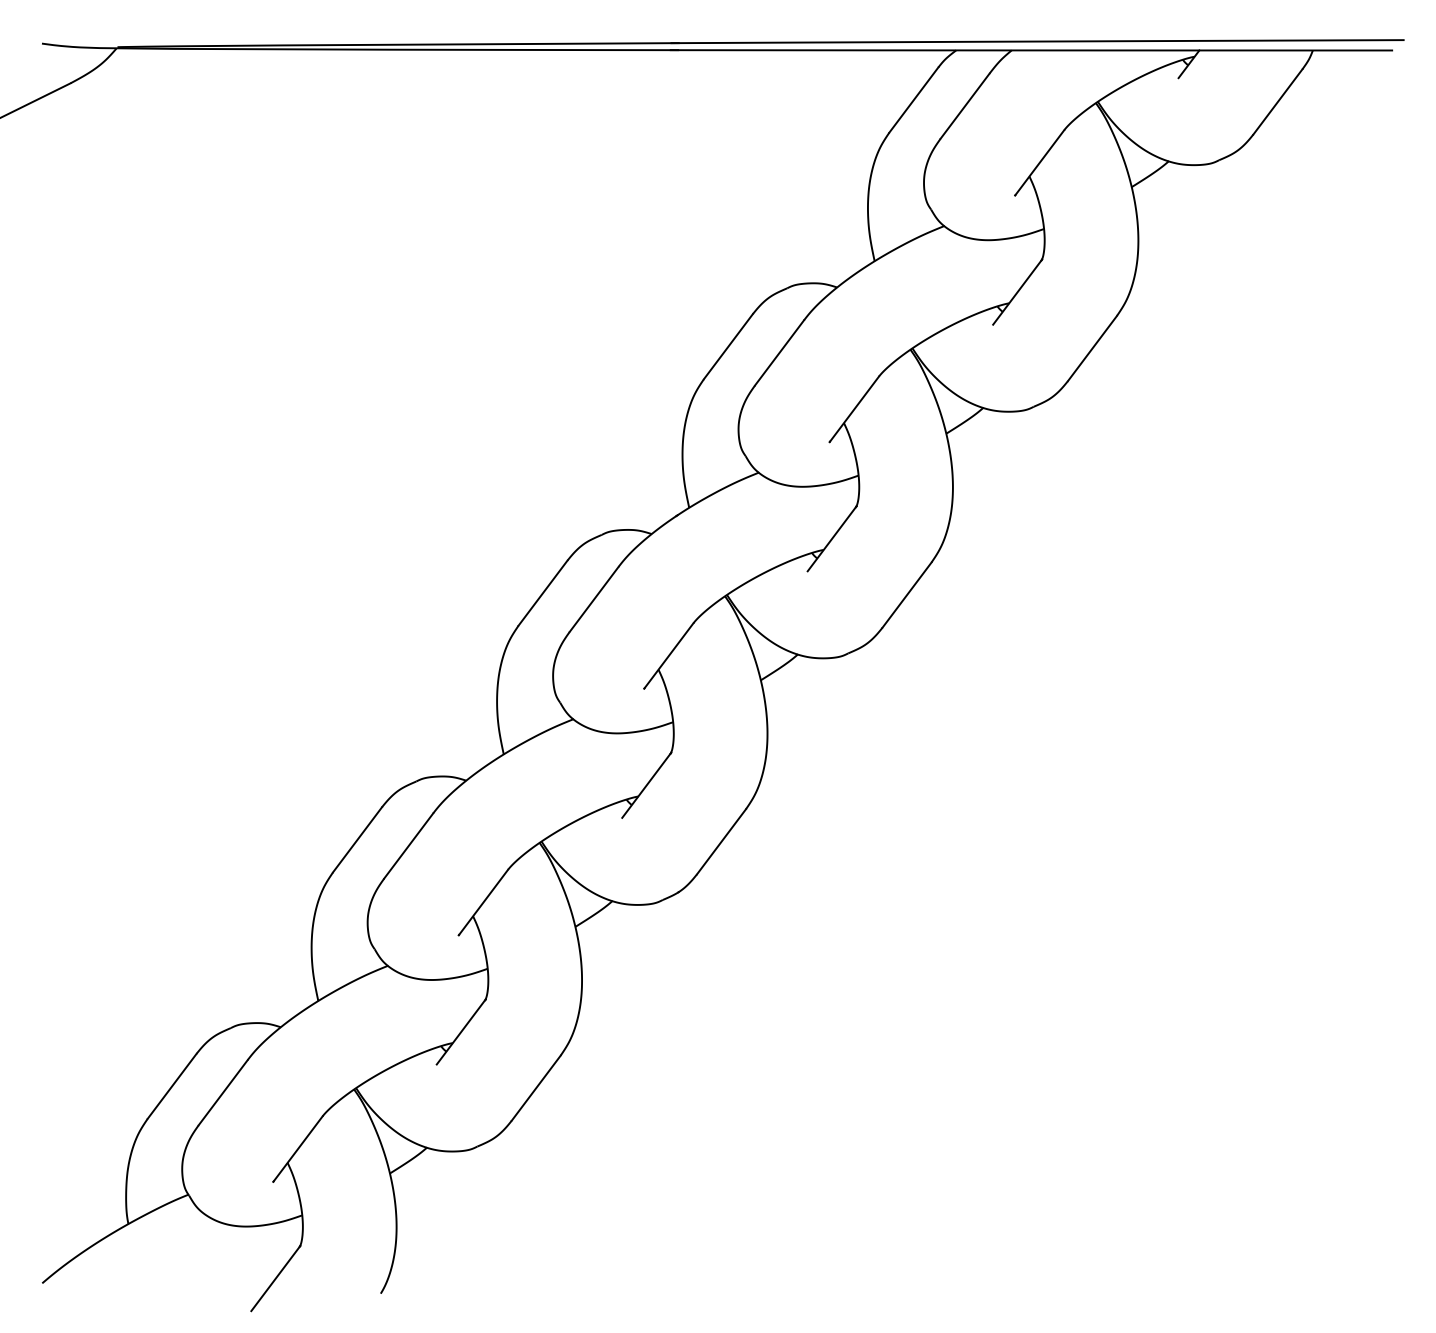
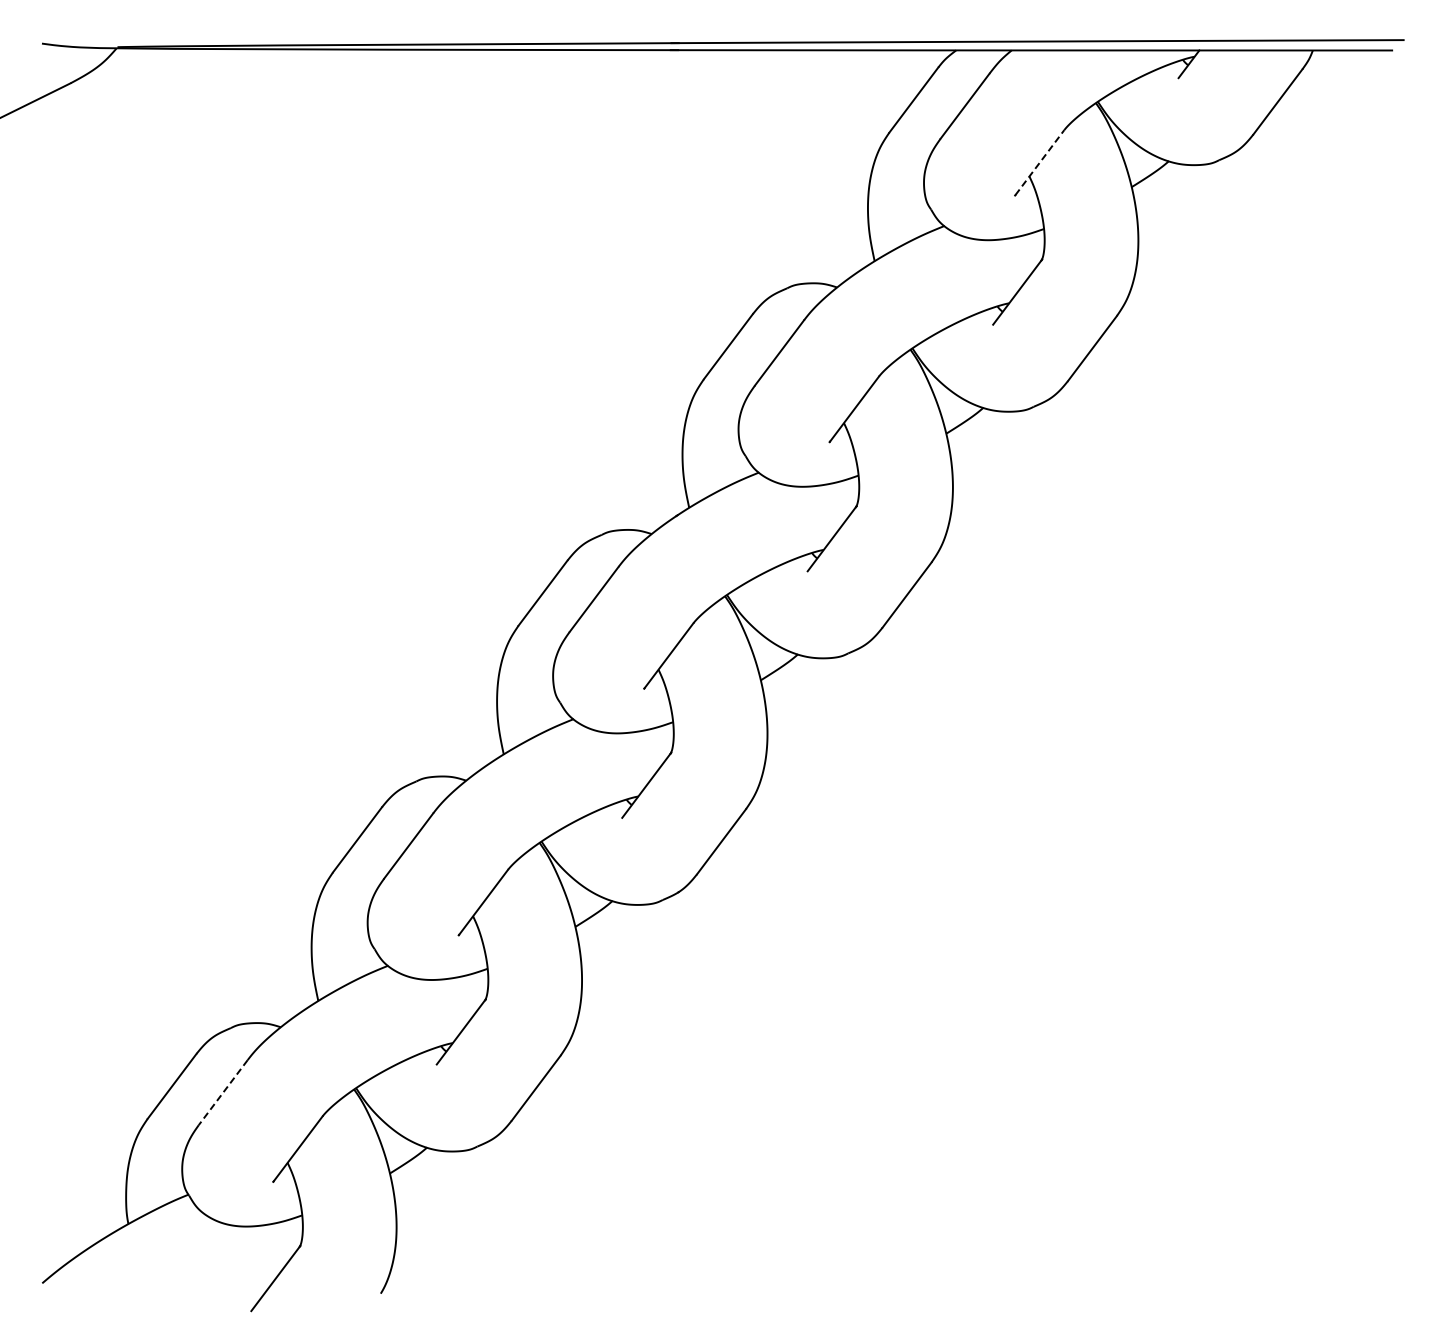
line at (1039, 162): solid -> dashed
line at (223, 1092): solid -> dashed
